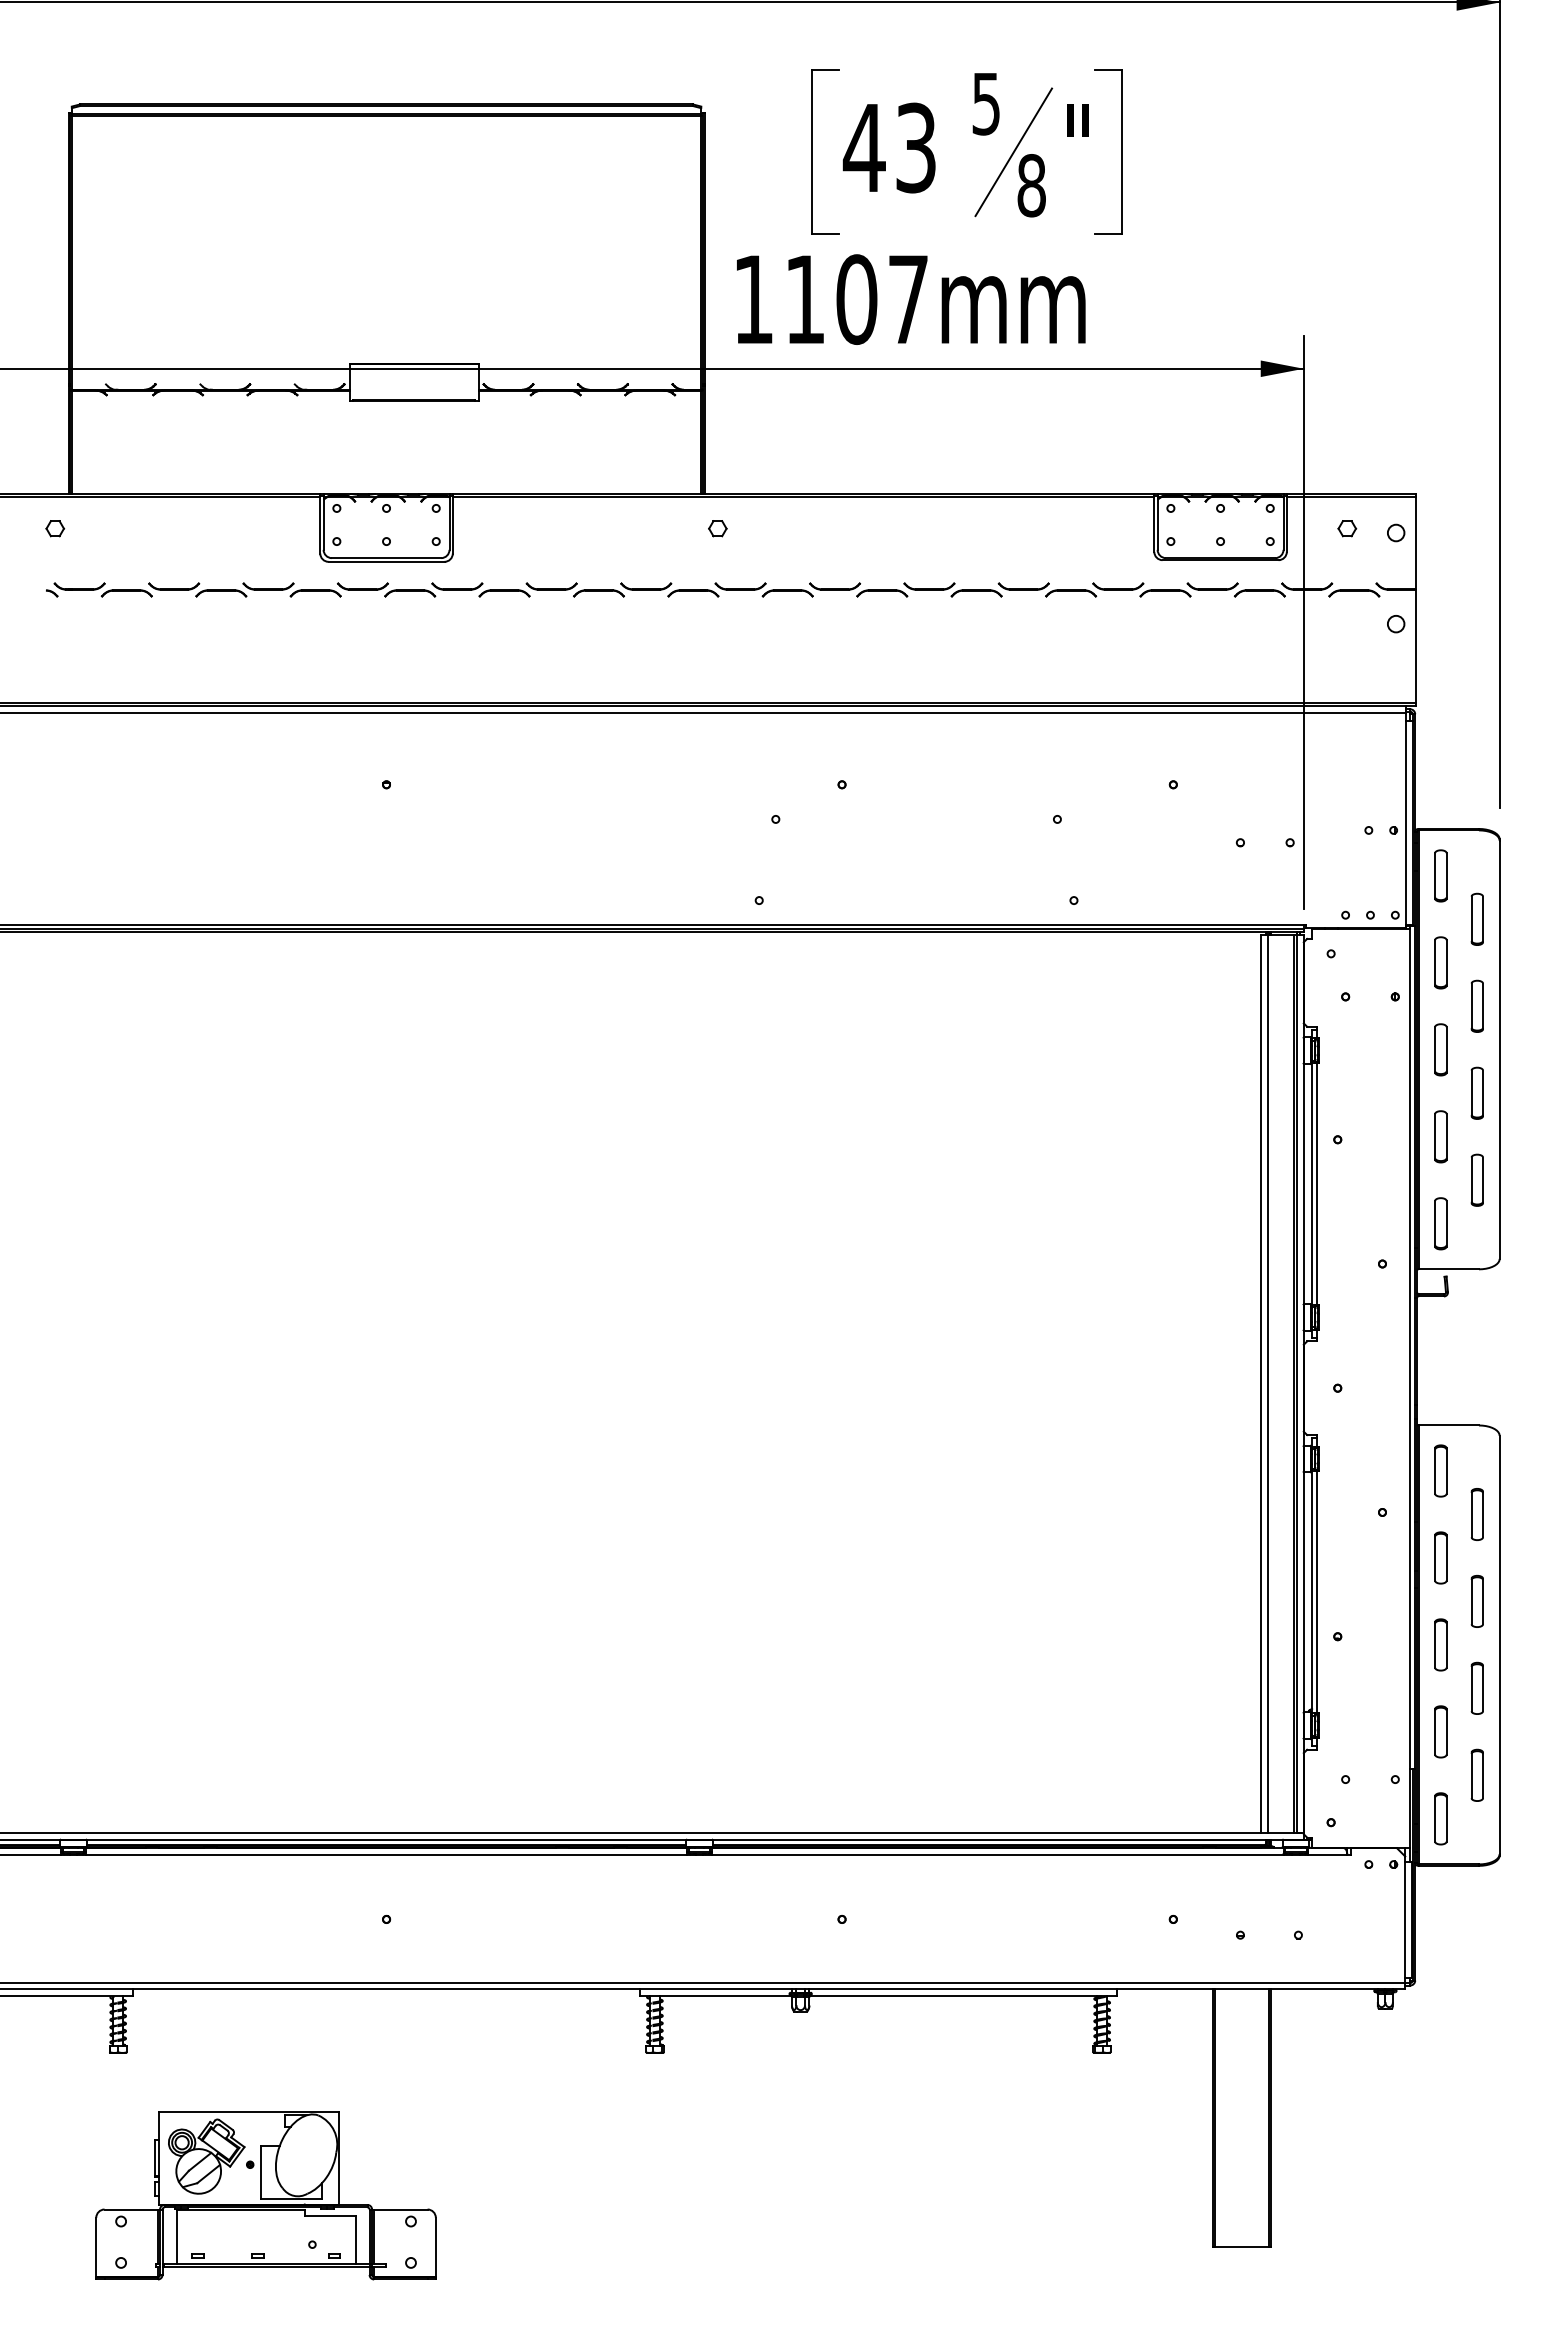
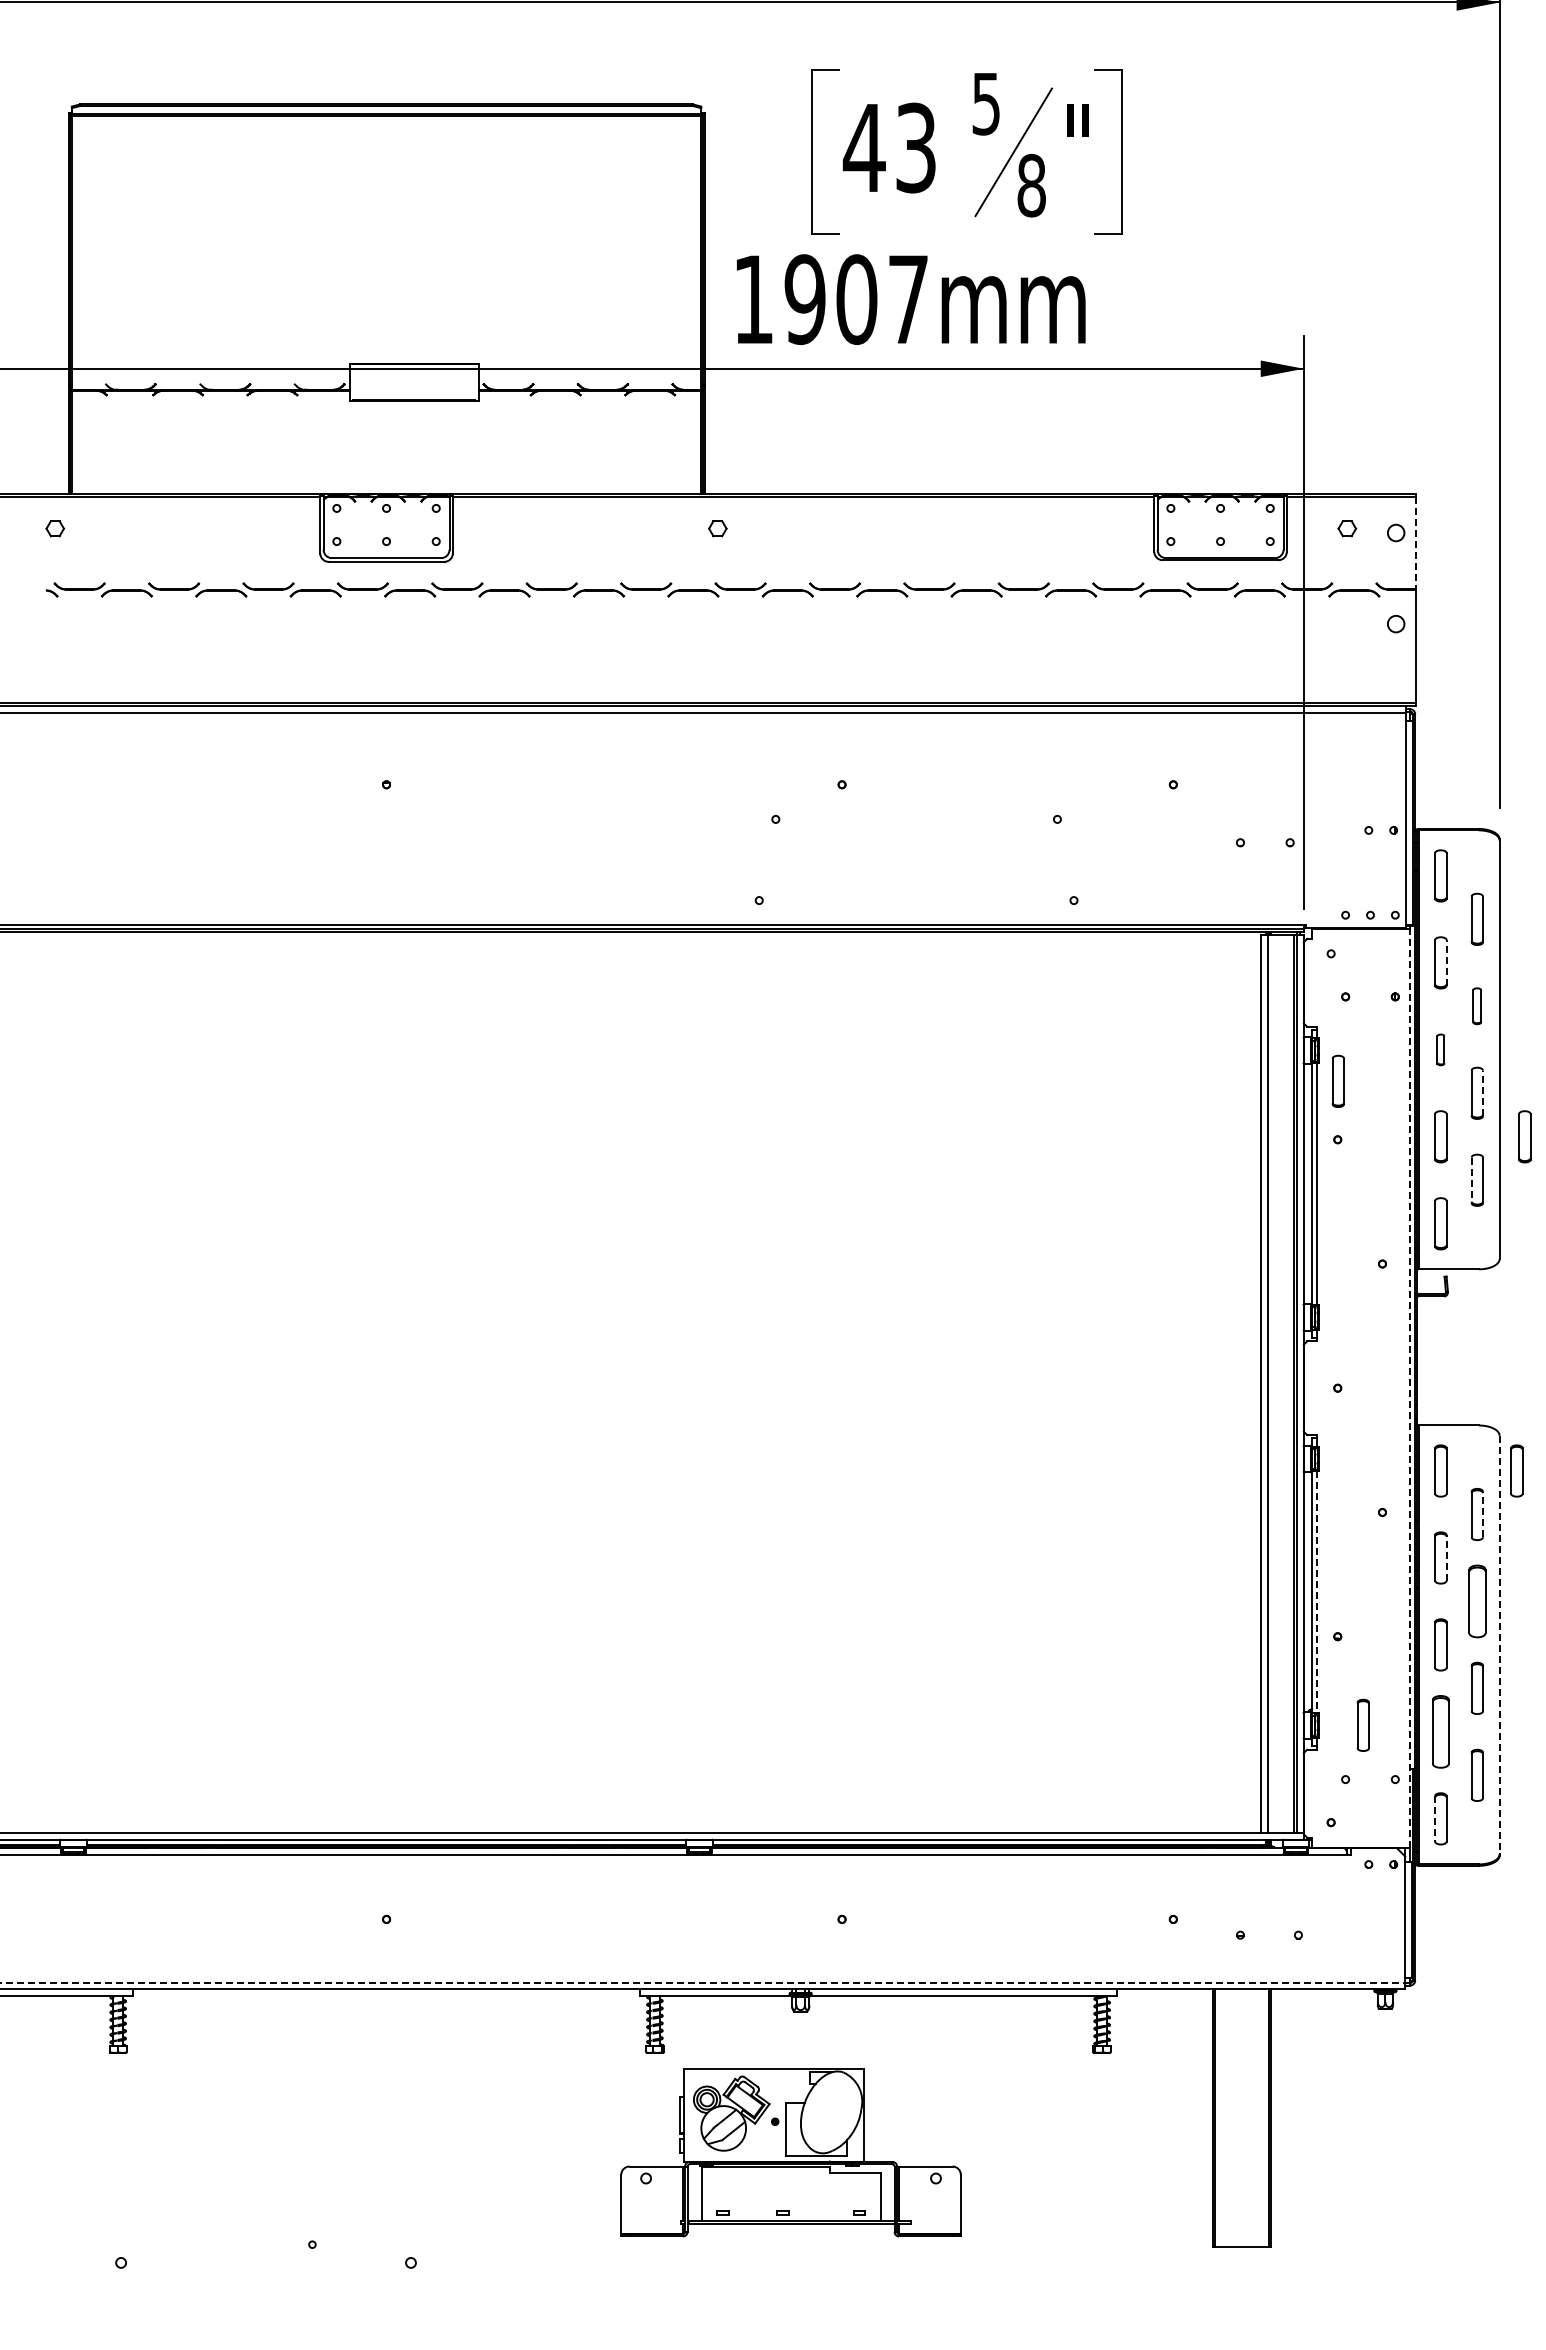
text at (804, 299): 1107mm -> 1907mm
line at (1416, 543): solid -> dashed
line at (1446, 962): solid -> dashed
part at (1476, 1005) size: 14x54 px -> 10x39 px
part at (1440, 1049) size: 14x54 px -> 10x34 px
part at (1337, 1080): none -> present
line at (1483, 1093): solid -> dashed
part at (1524, 1136): none -> present
line at (1471, 1180): solid -> dashed
line at (1410, 1388): solid -> dashed
part at (1516, 1470): none -> present
line at (1483, 1514): solid -> dashed
line at (1446, 1557): solid -> dashed
line at (1317, 1592): solid -> dashed
part at (1476, 1601) size: 14x53 px -> 19x75 px
line at (1499, 1645): solid -> dashed
part at (1362, 1724): none -> present
part at (1440, 1731) size: 14x54 px -> 18x74 px
line at (1435, 1818): solid -> dashed
line at (703, 1982): solid -> dashed
part at (265, 2195) position: (265, 2195) -> (790, 2152)
